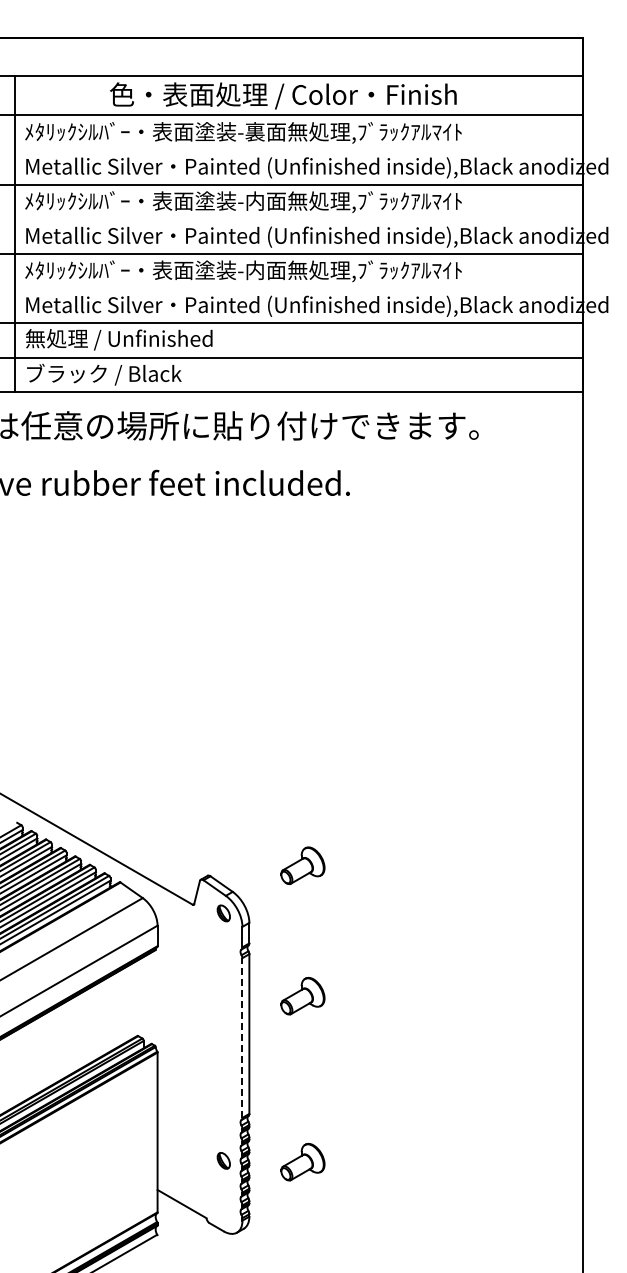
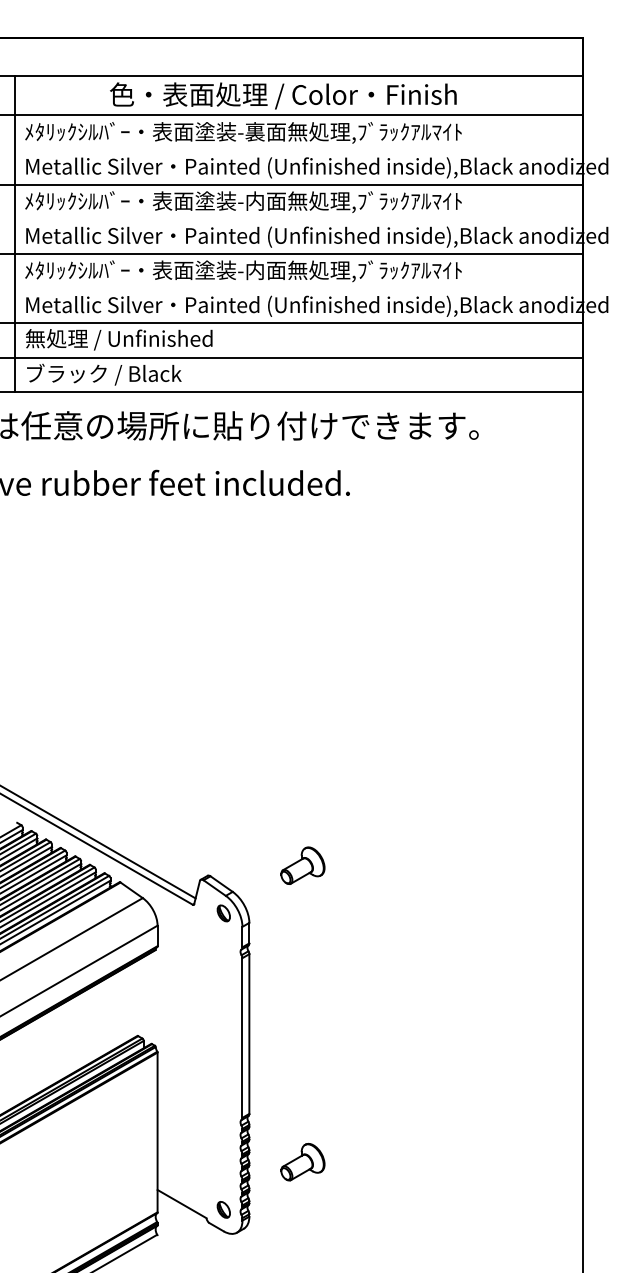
line at (98, 842): none -> present
part at (302, 995): present -> none
line at (242, 1038): dashed -> solid
part at (223, 1160) position: (223, 1160) -> (223, 1209)
